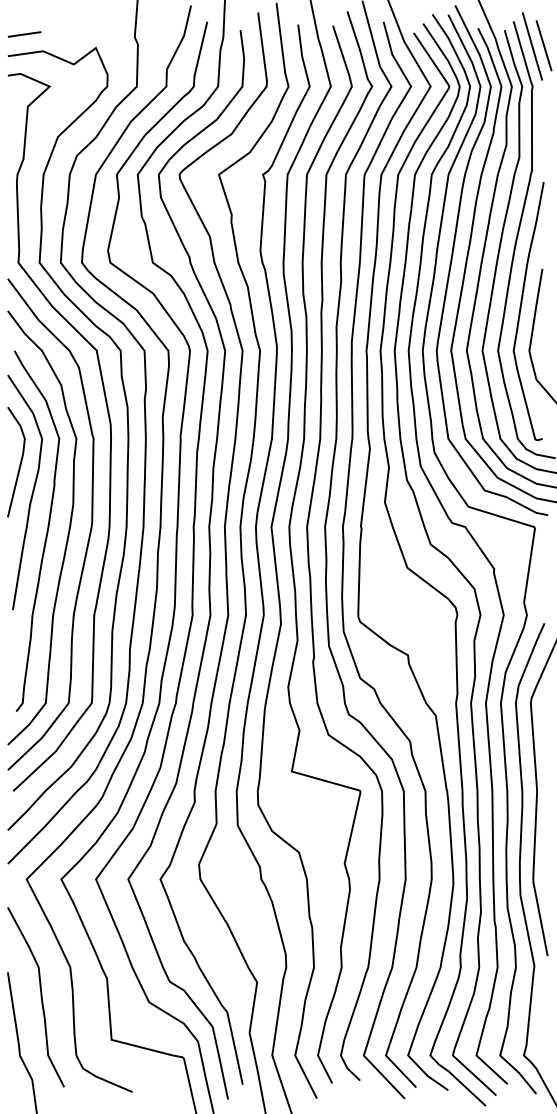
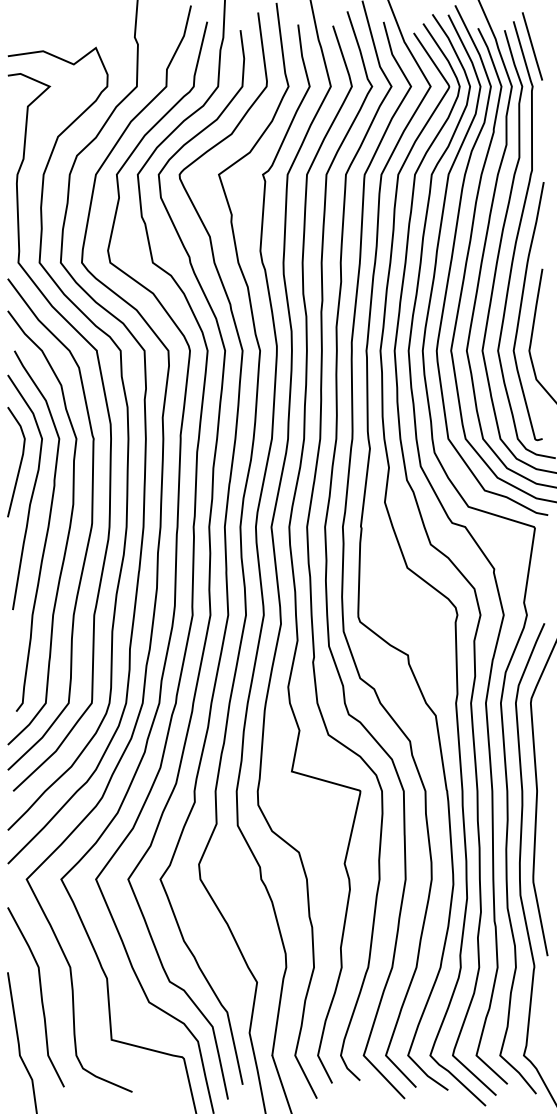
line at (24, 34): present -> none
line at (543, 45): present -> none
